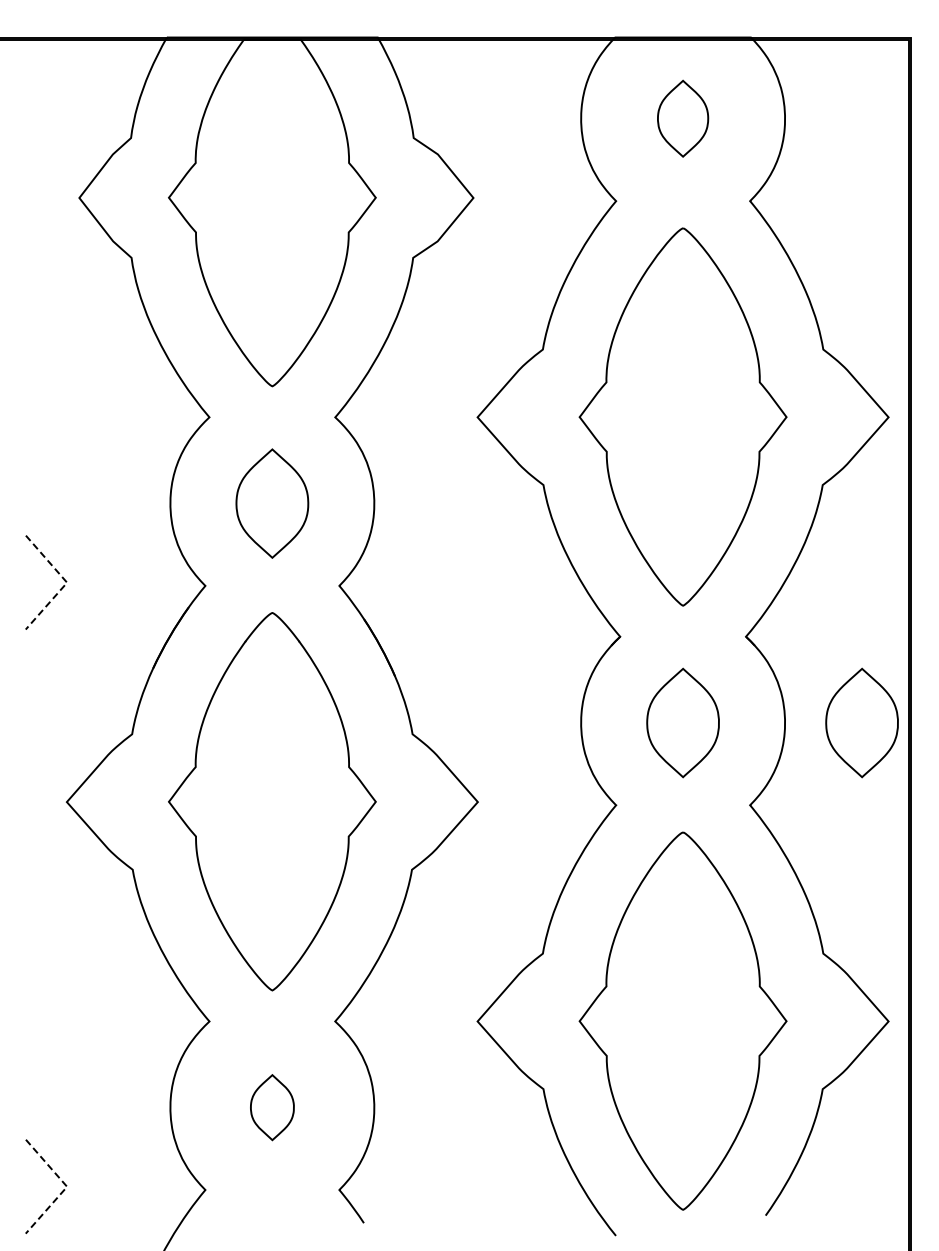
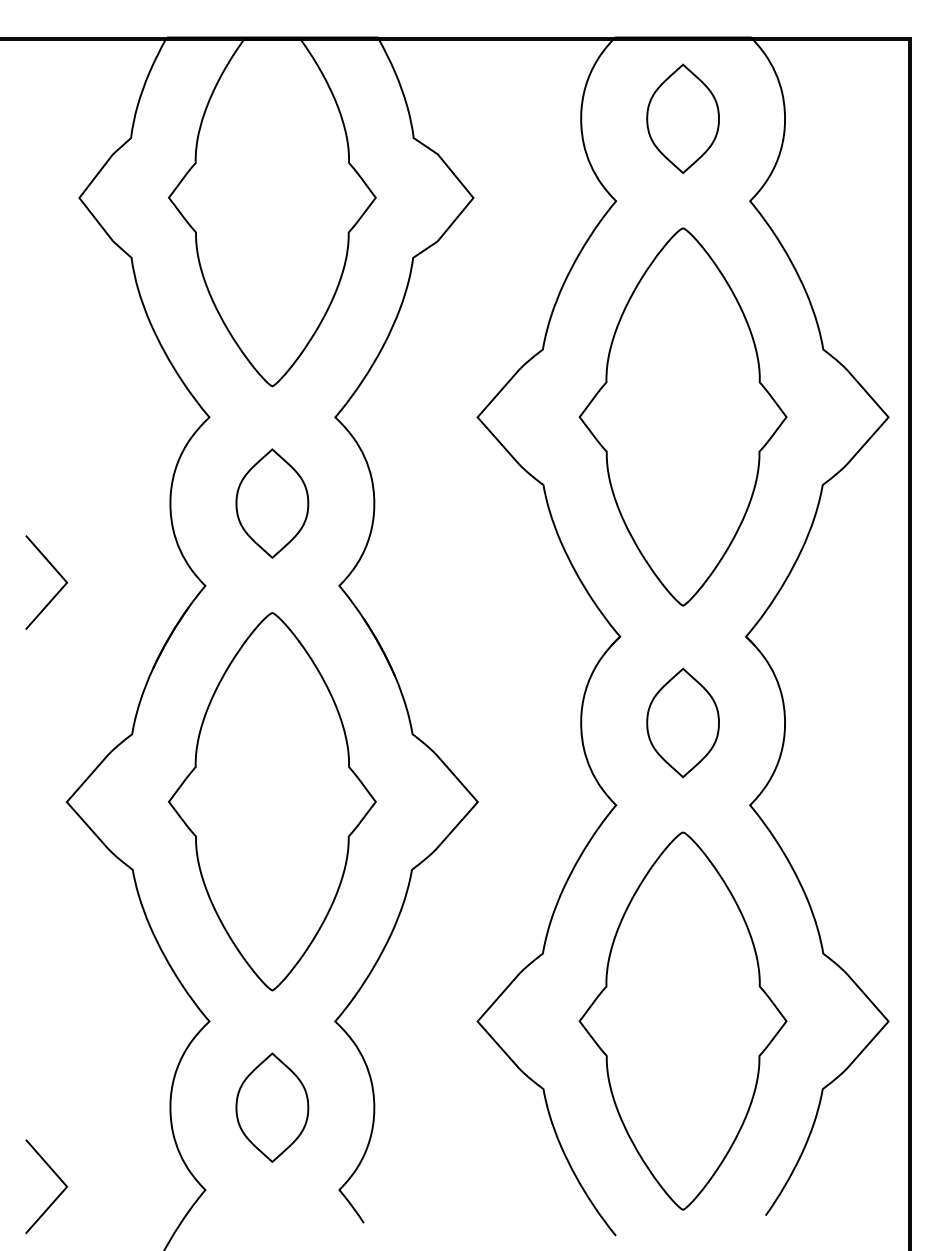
part at (683, 118) size: 53x79 px -> 74x111 px
line at (67, 582): dashed -> solid
part at (861, 722): present -> none
part at (272, 1107) size: 45x68 px -> 75x111 px
line at (67, 1186): dashed -> solid
